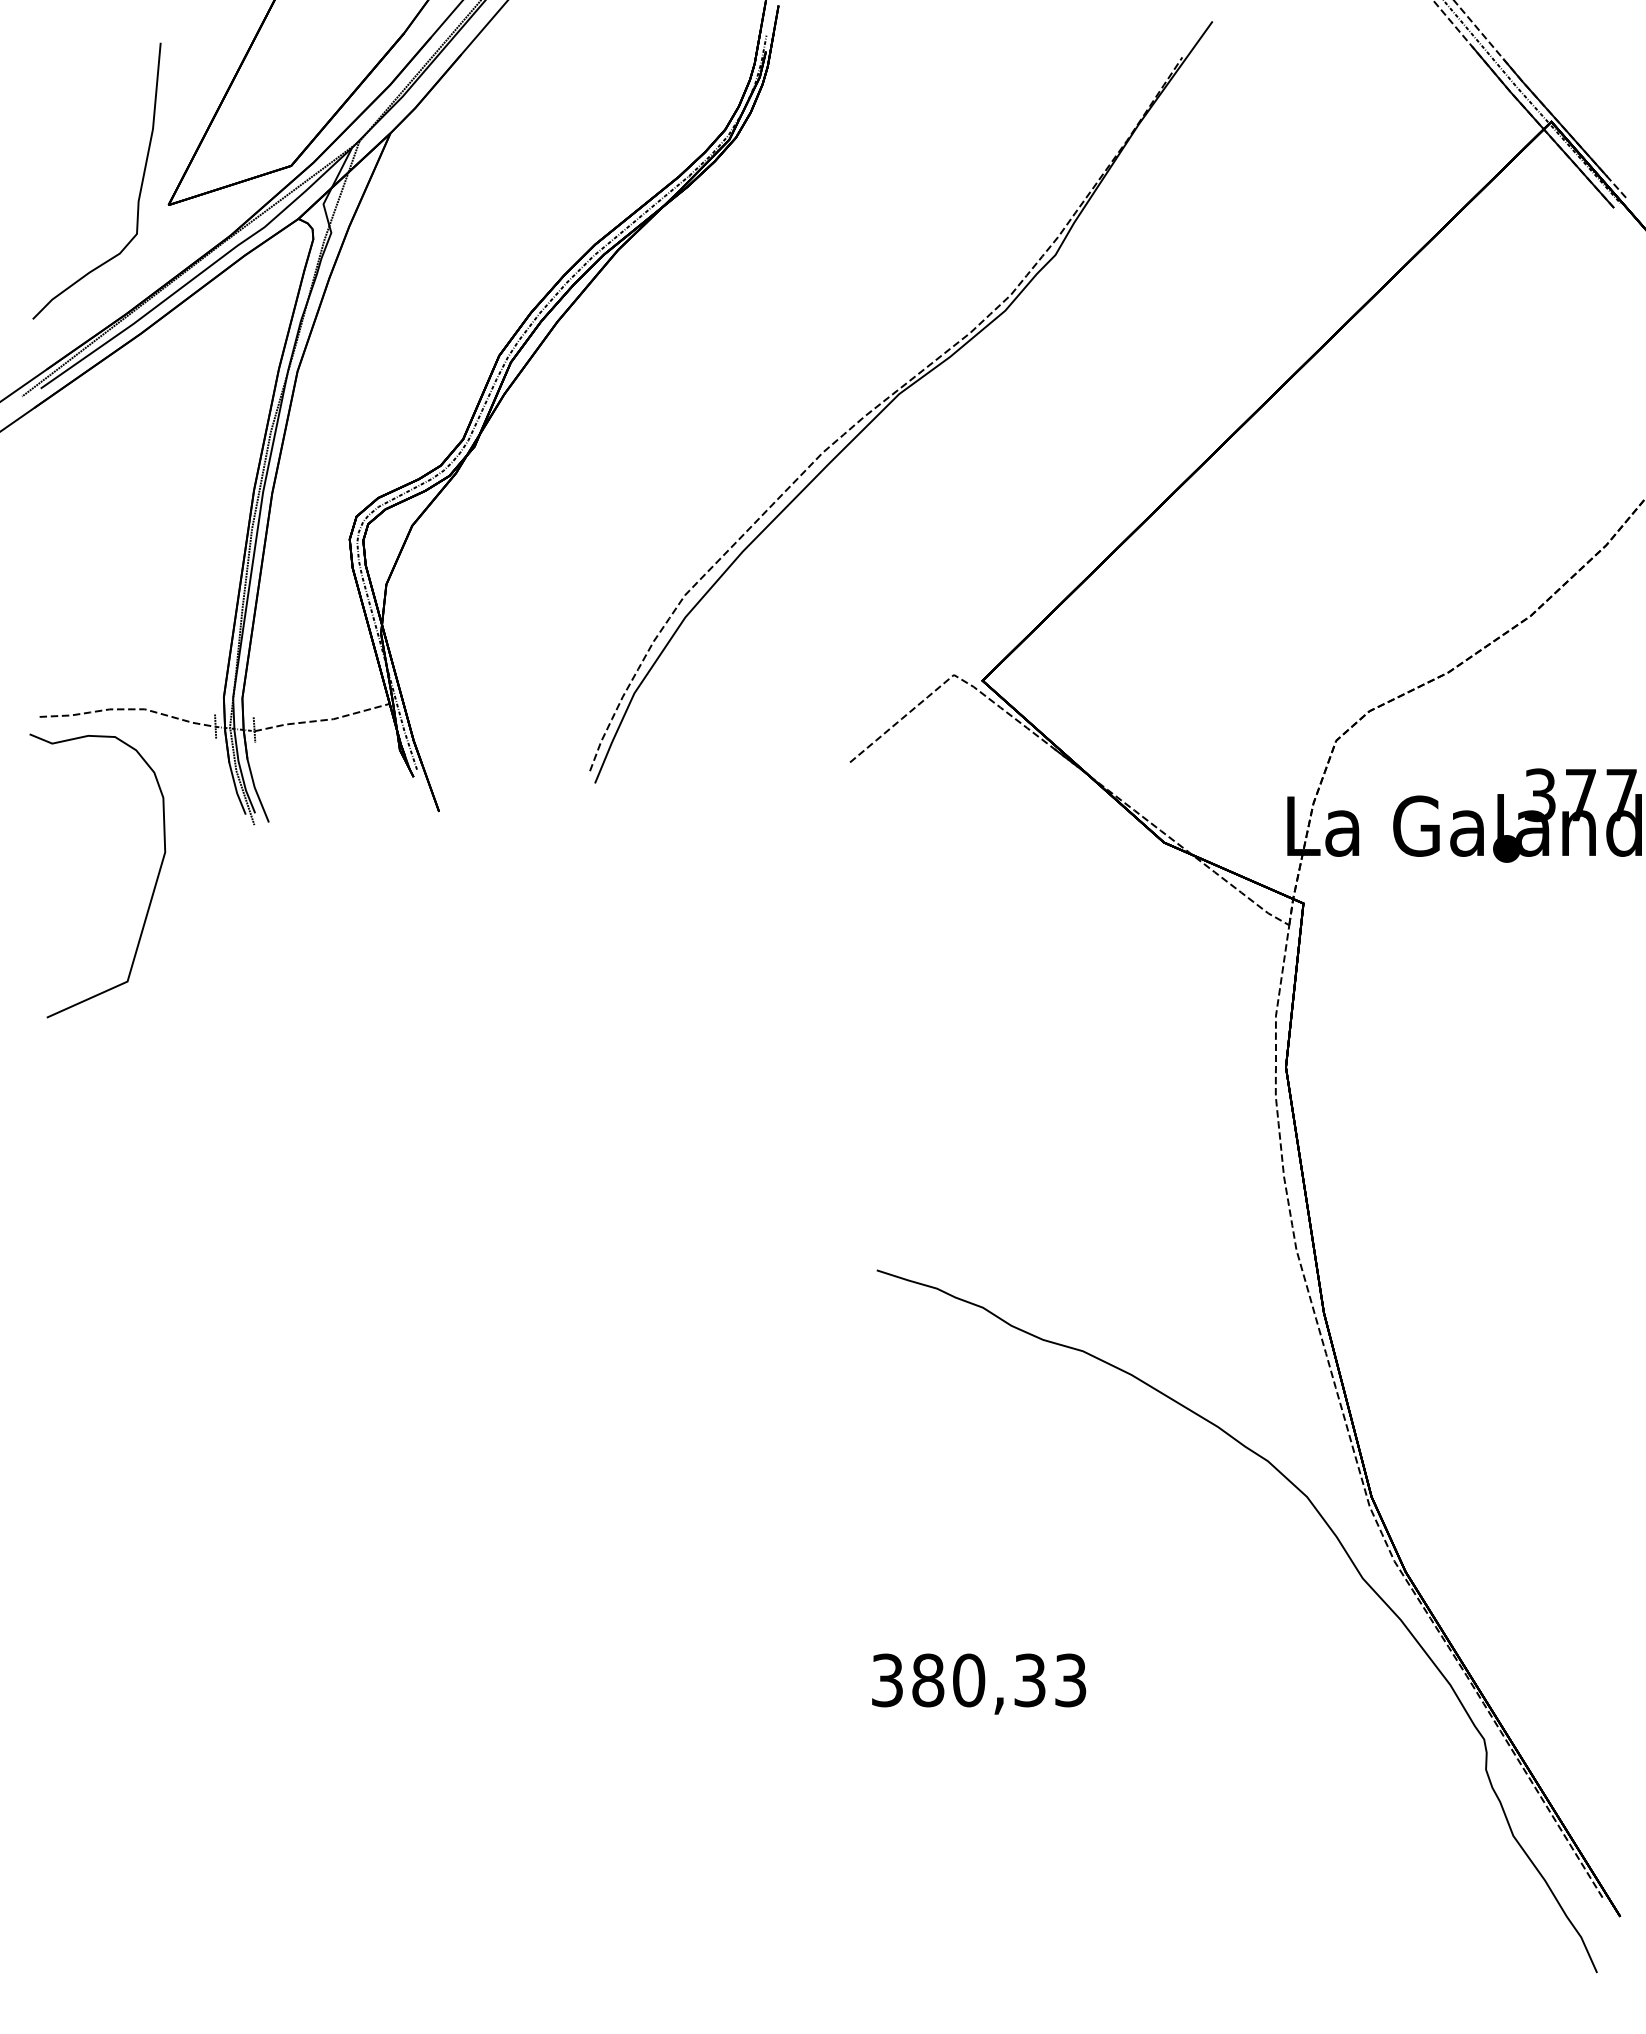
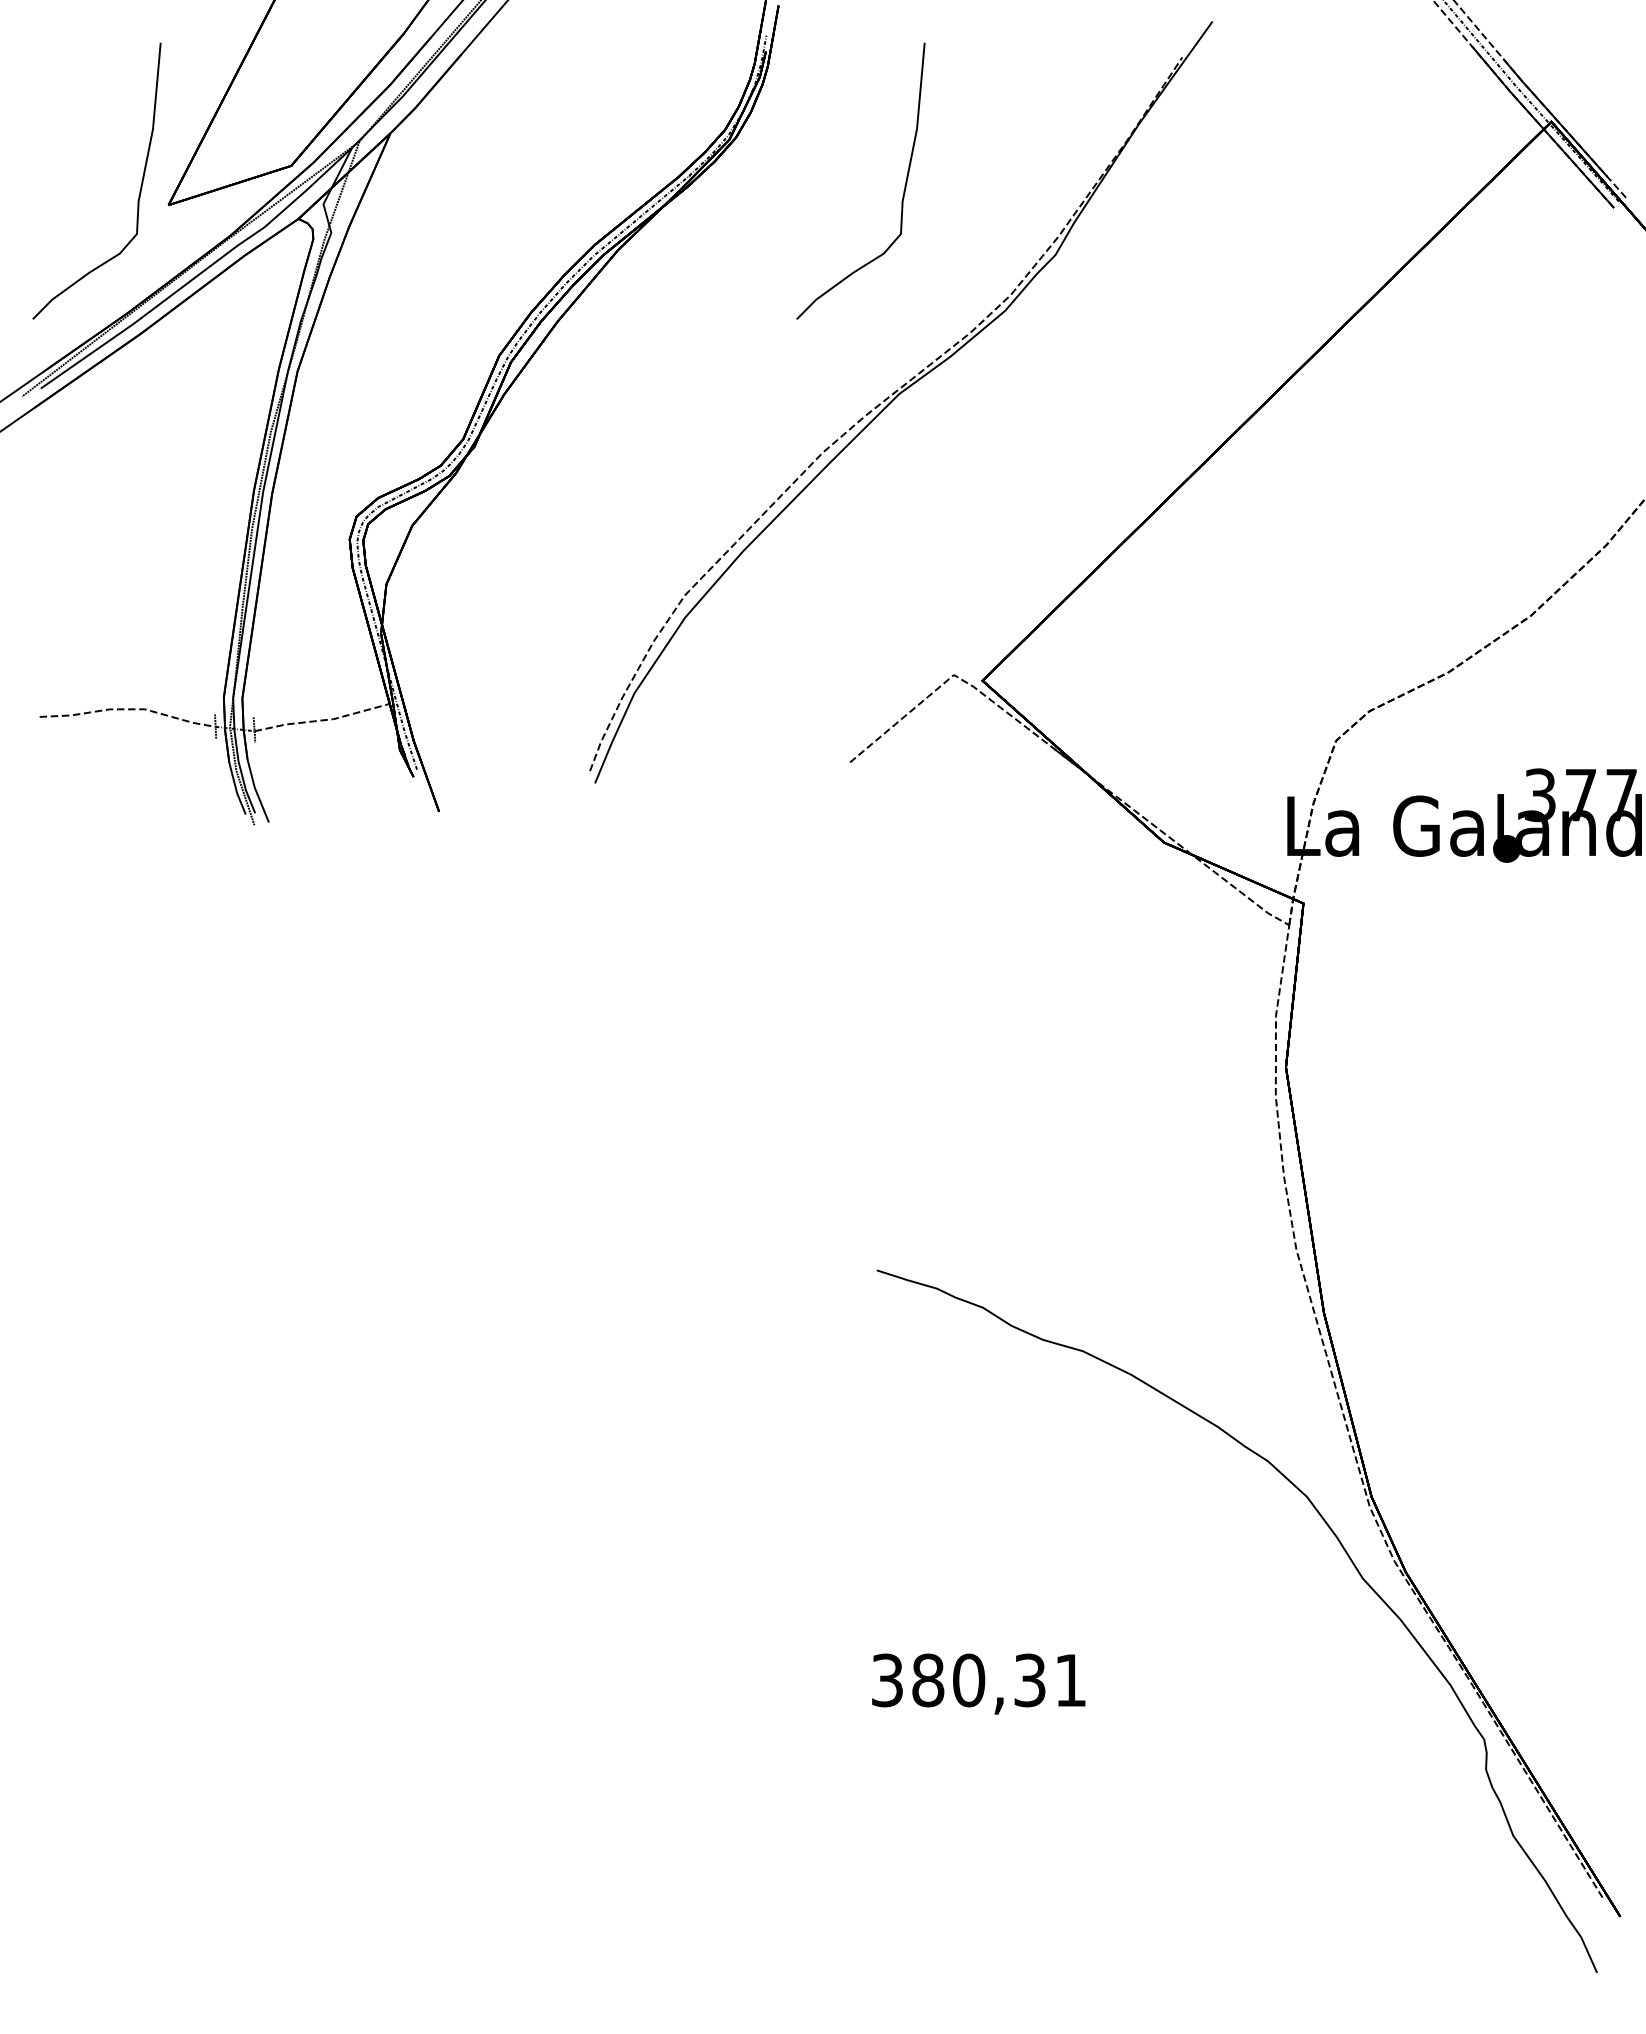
curve at (903, 190): none -> present
curve at (152, 891): present -> none
text at (1070, 1680): 380,33 -> 380,31
